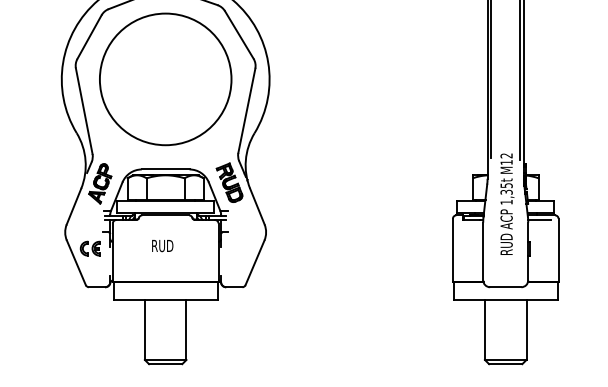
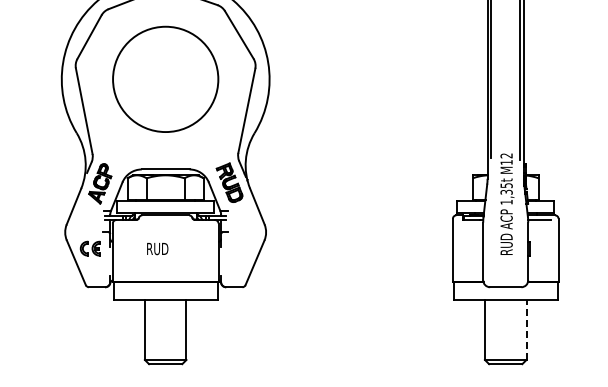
circle at (165, 79) diameter: 132 px -> 105 px
text at (162, 246) position: (162, 246) -> (157, 249)
line at (526, 330): solid -> dashed
